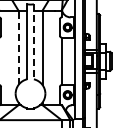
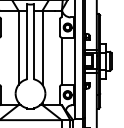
line at (33, 41): dashed -> solid
line at (18, 47): dashed -> solid
